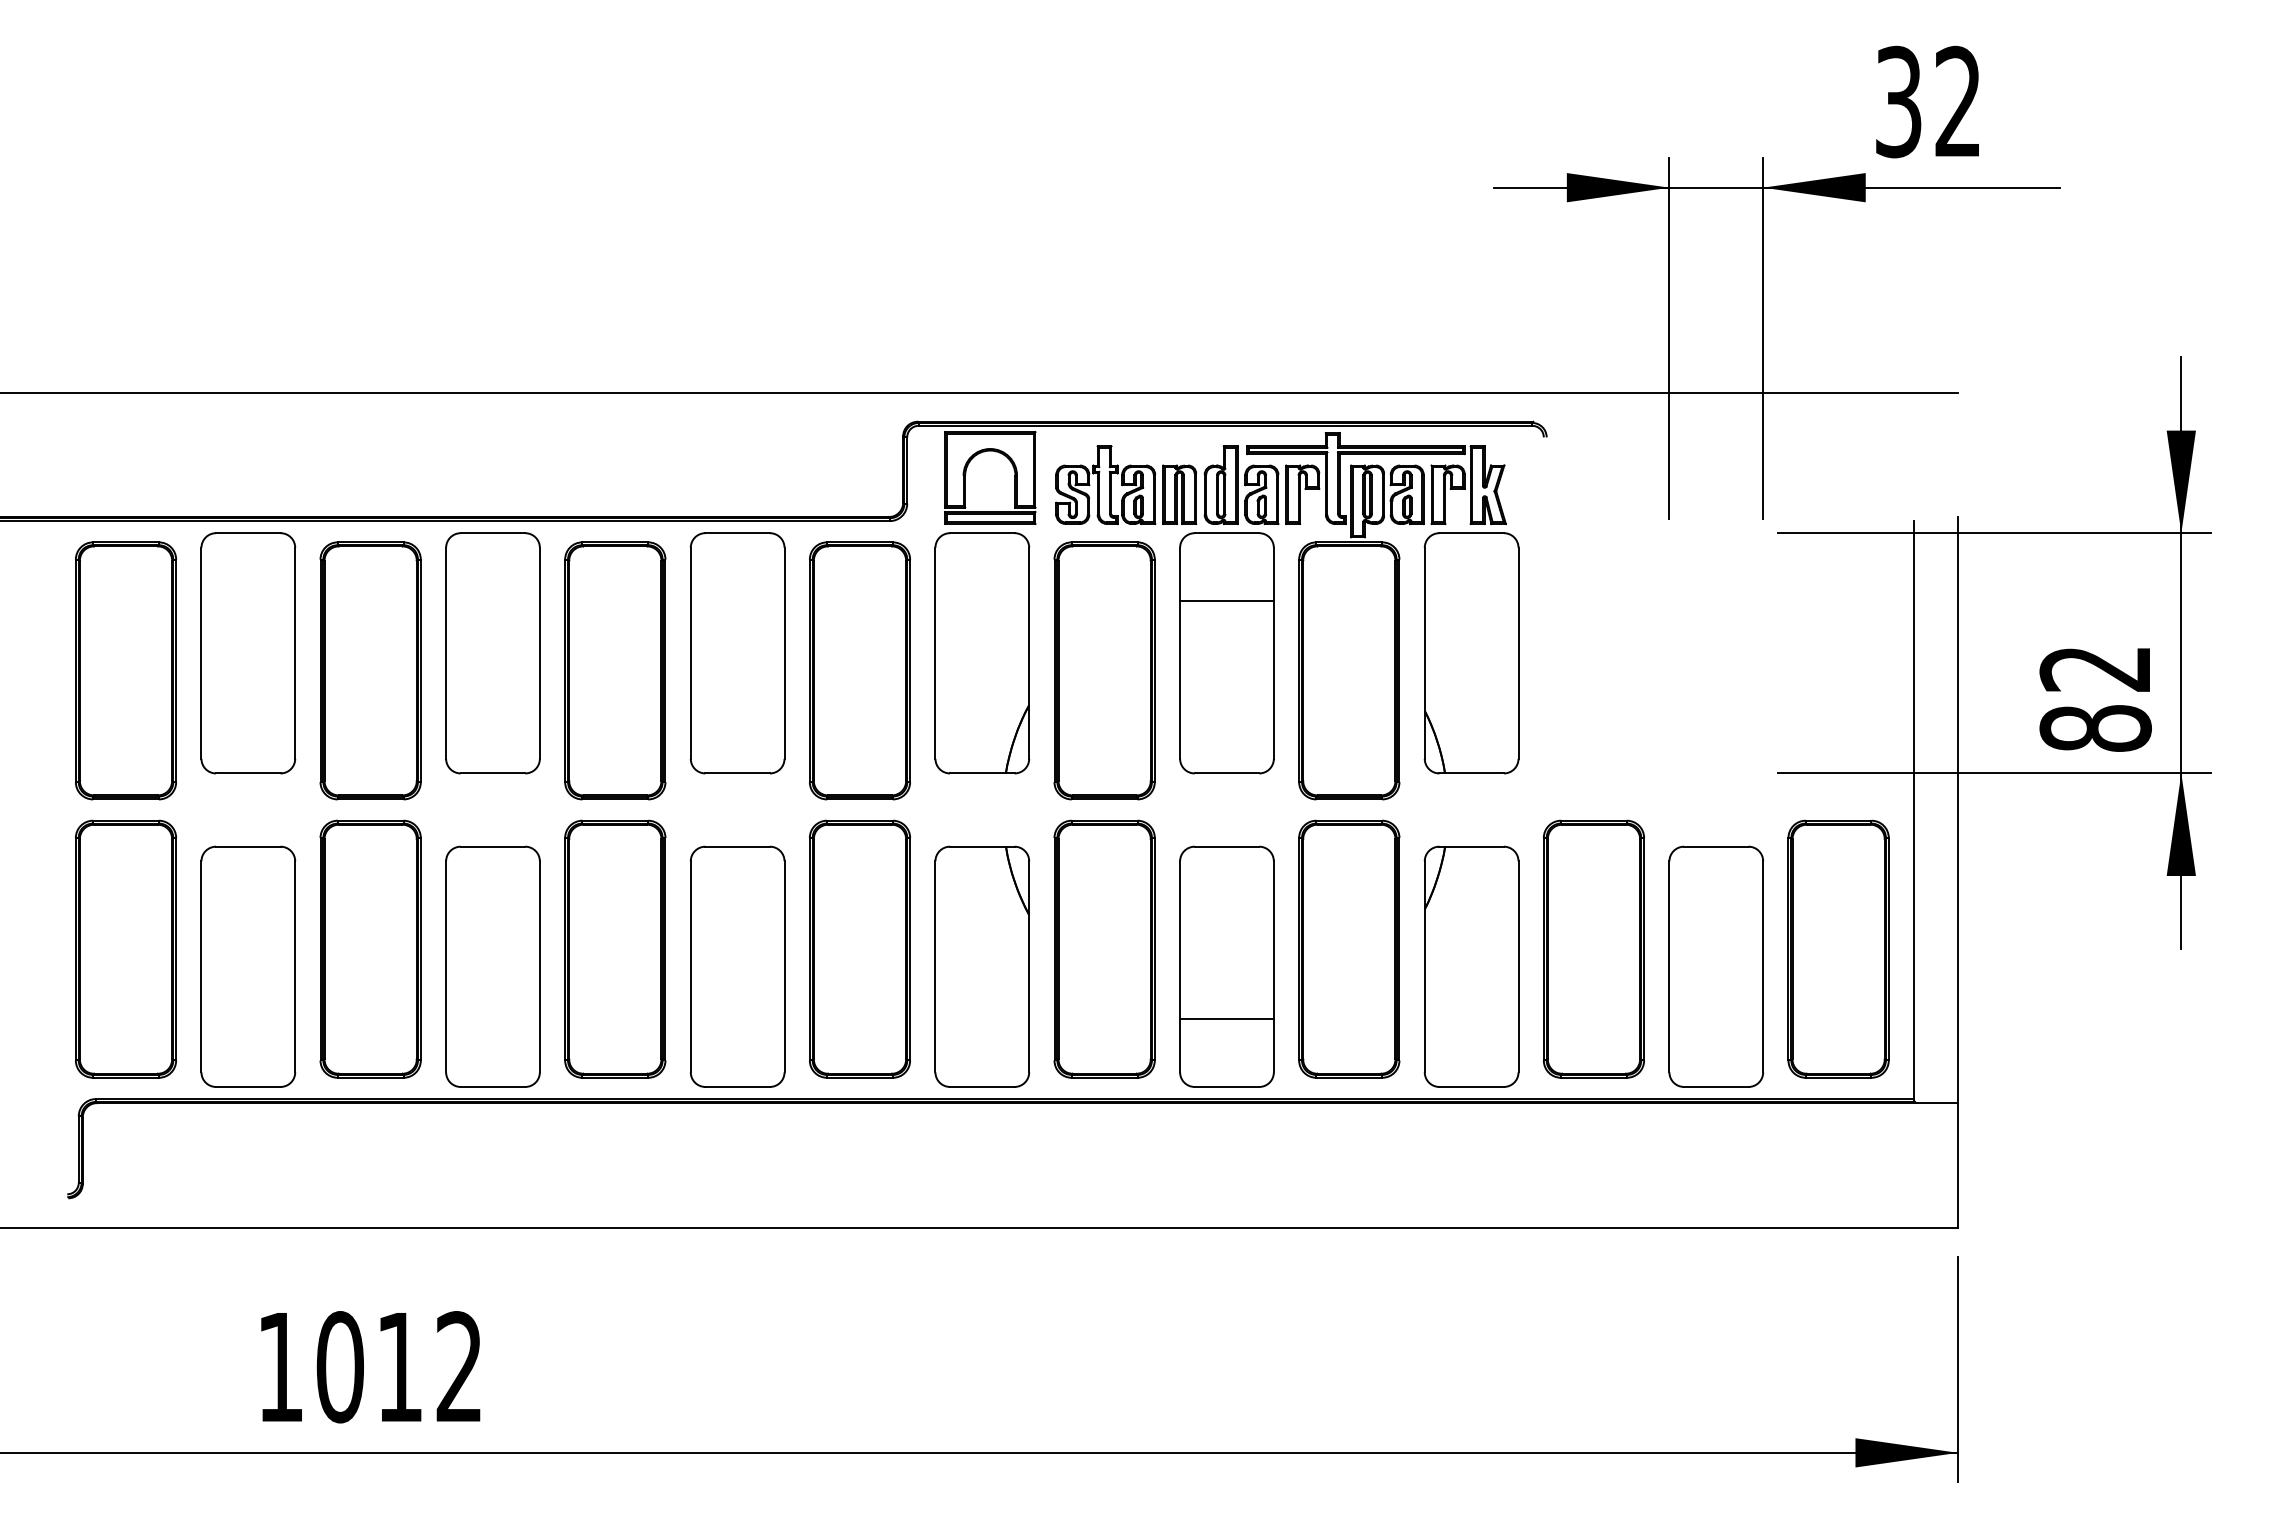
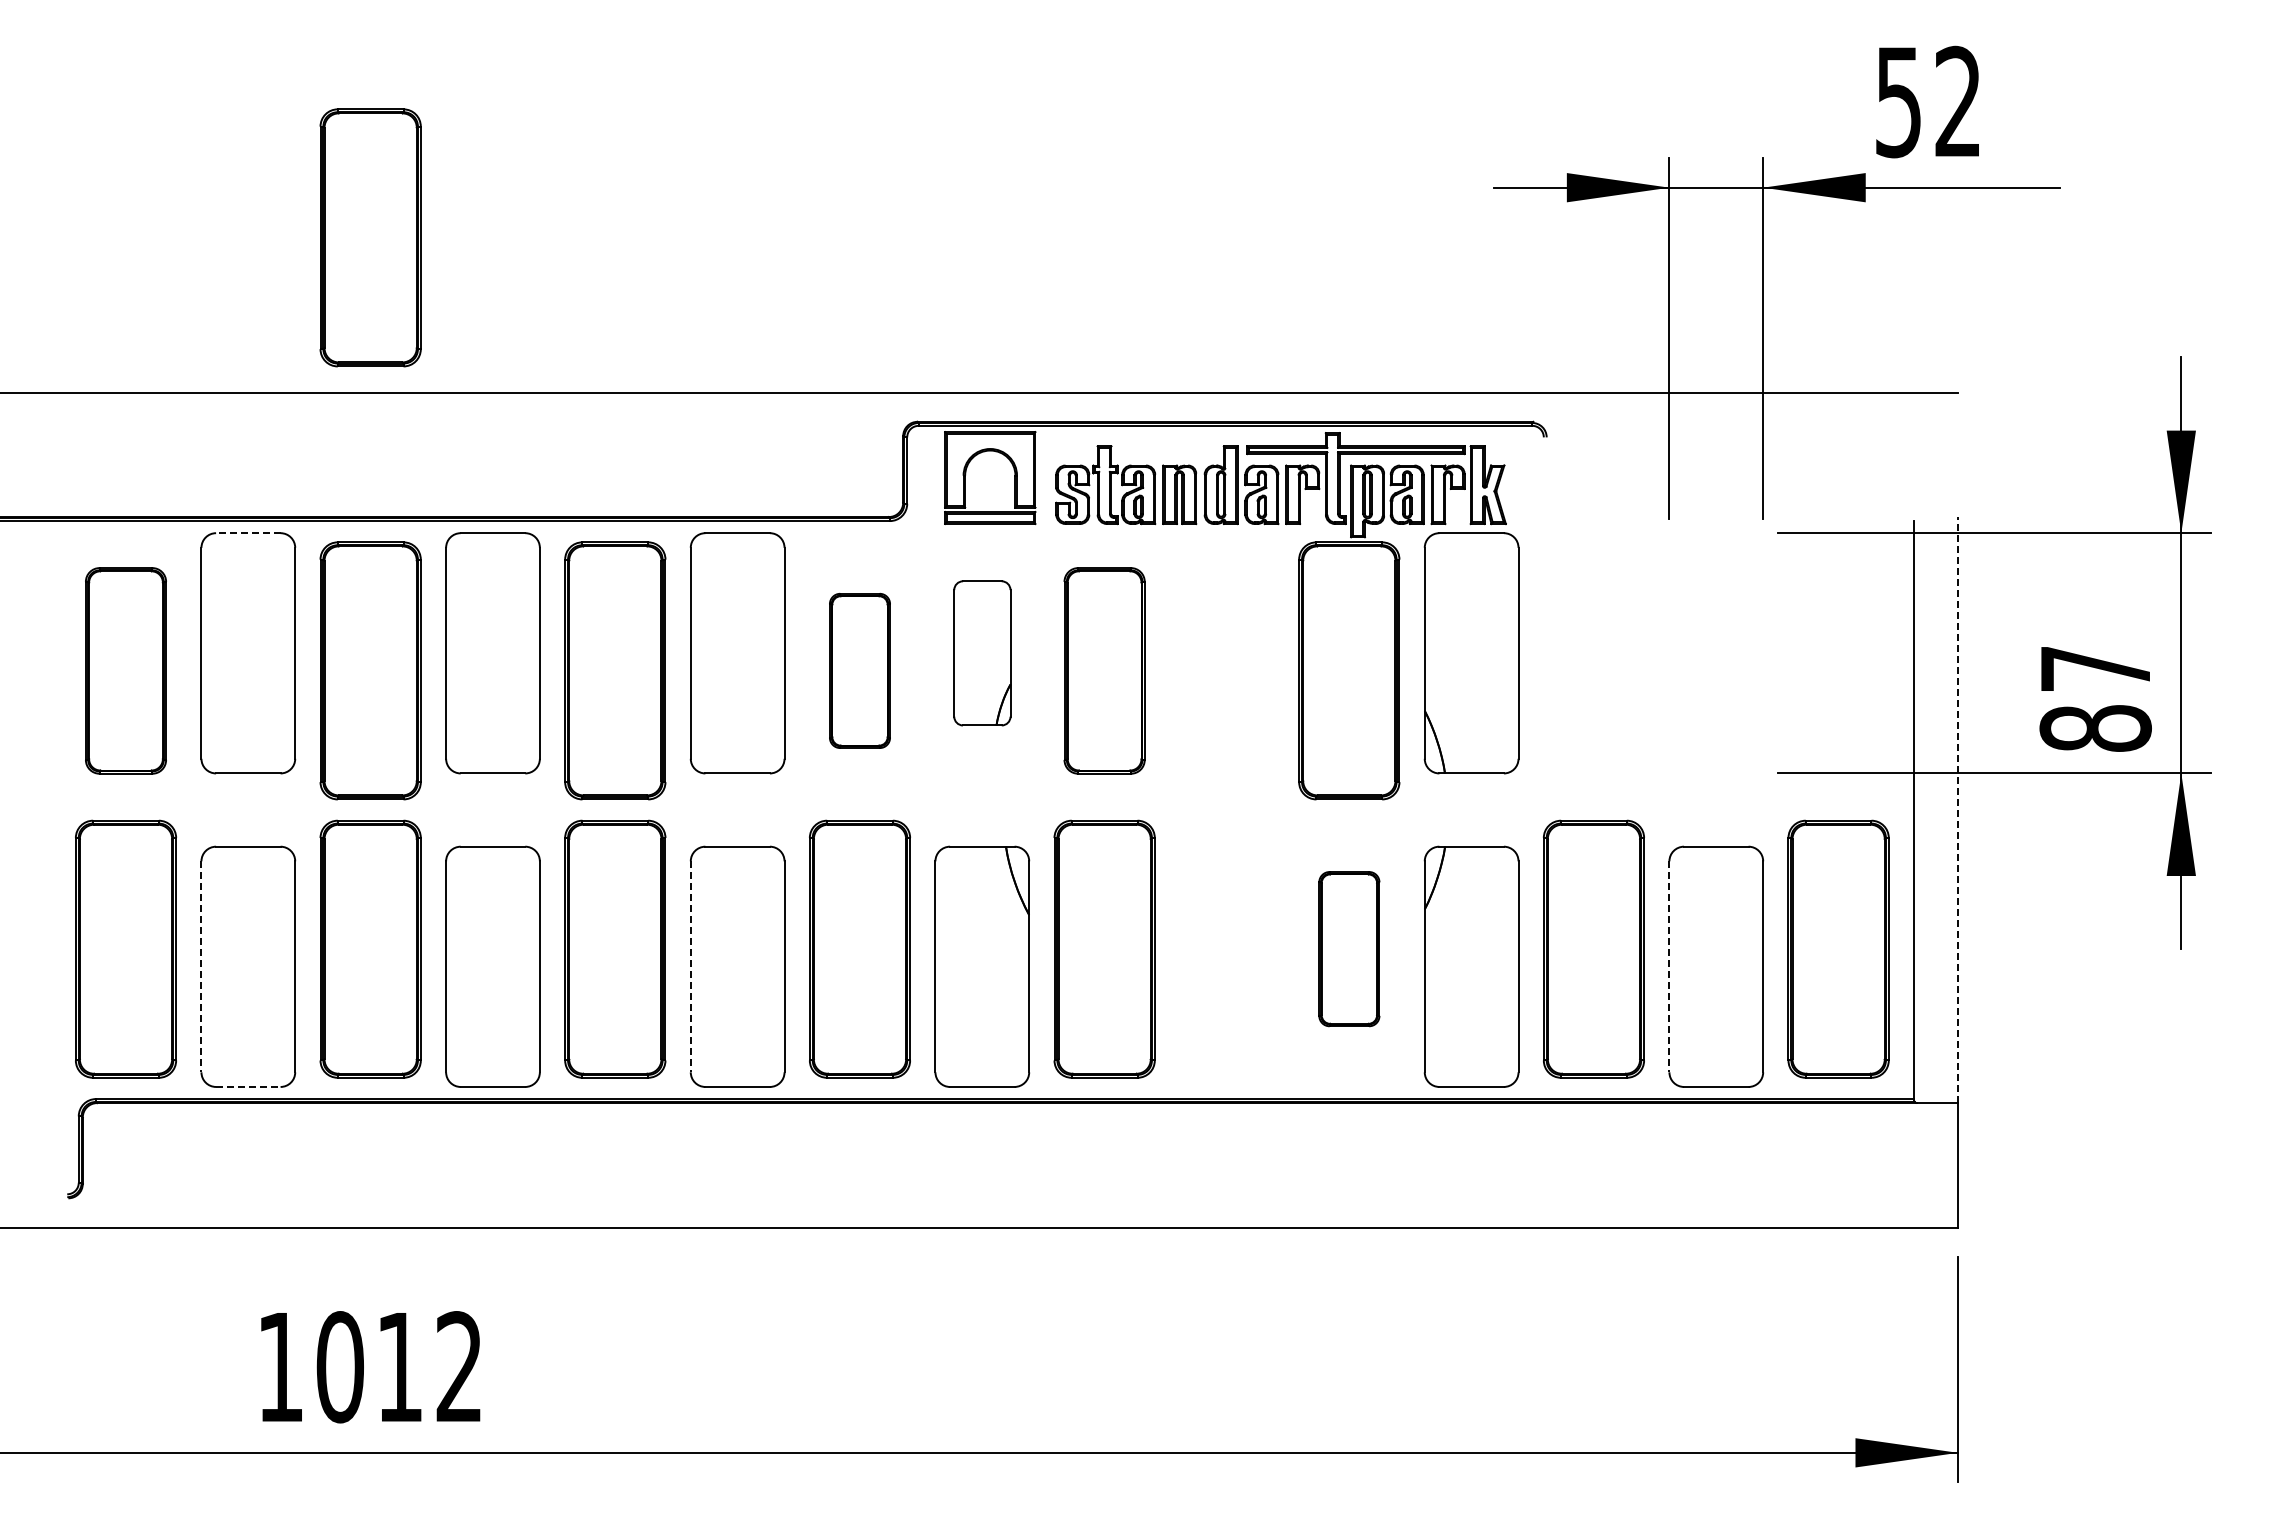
text at (1898, 101): 32 -> 52
part at (370, 237): none -> present
line at (247, 533): solid -> dashed
part at (982, 653) size: 97x243 px -> 59x147 px
part at (1226, 653): present -> none
text at (2094, 669): 82 -> 87
part at (125, 670) size: 102x260 px -> 82x208 px
part at (859, 670) size: 102x260 px -> 62x157 px
part at (1104, 670) size: 103x260 px -> 83x208 px
line at (1958, 809): solid -> dashed
part at (1349, 948) size: 103x260 px -> 63x157 px
line at (201, 966): solid -> dashed
line at (690, 966): solid -> dashed
part at (1226, 966): present -> none
line at (1669, 966): solid -> dashed
line at (248, 1086): solid -> dashed
